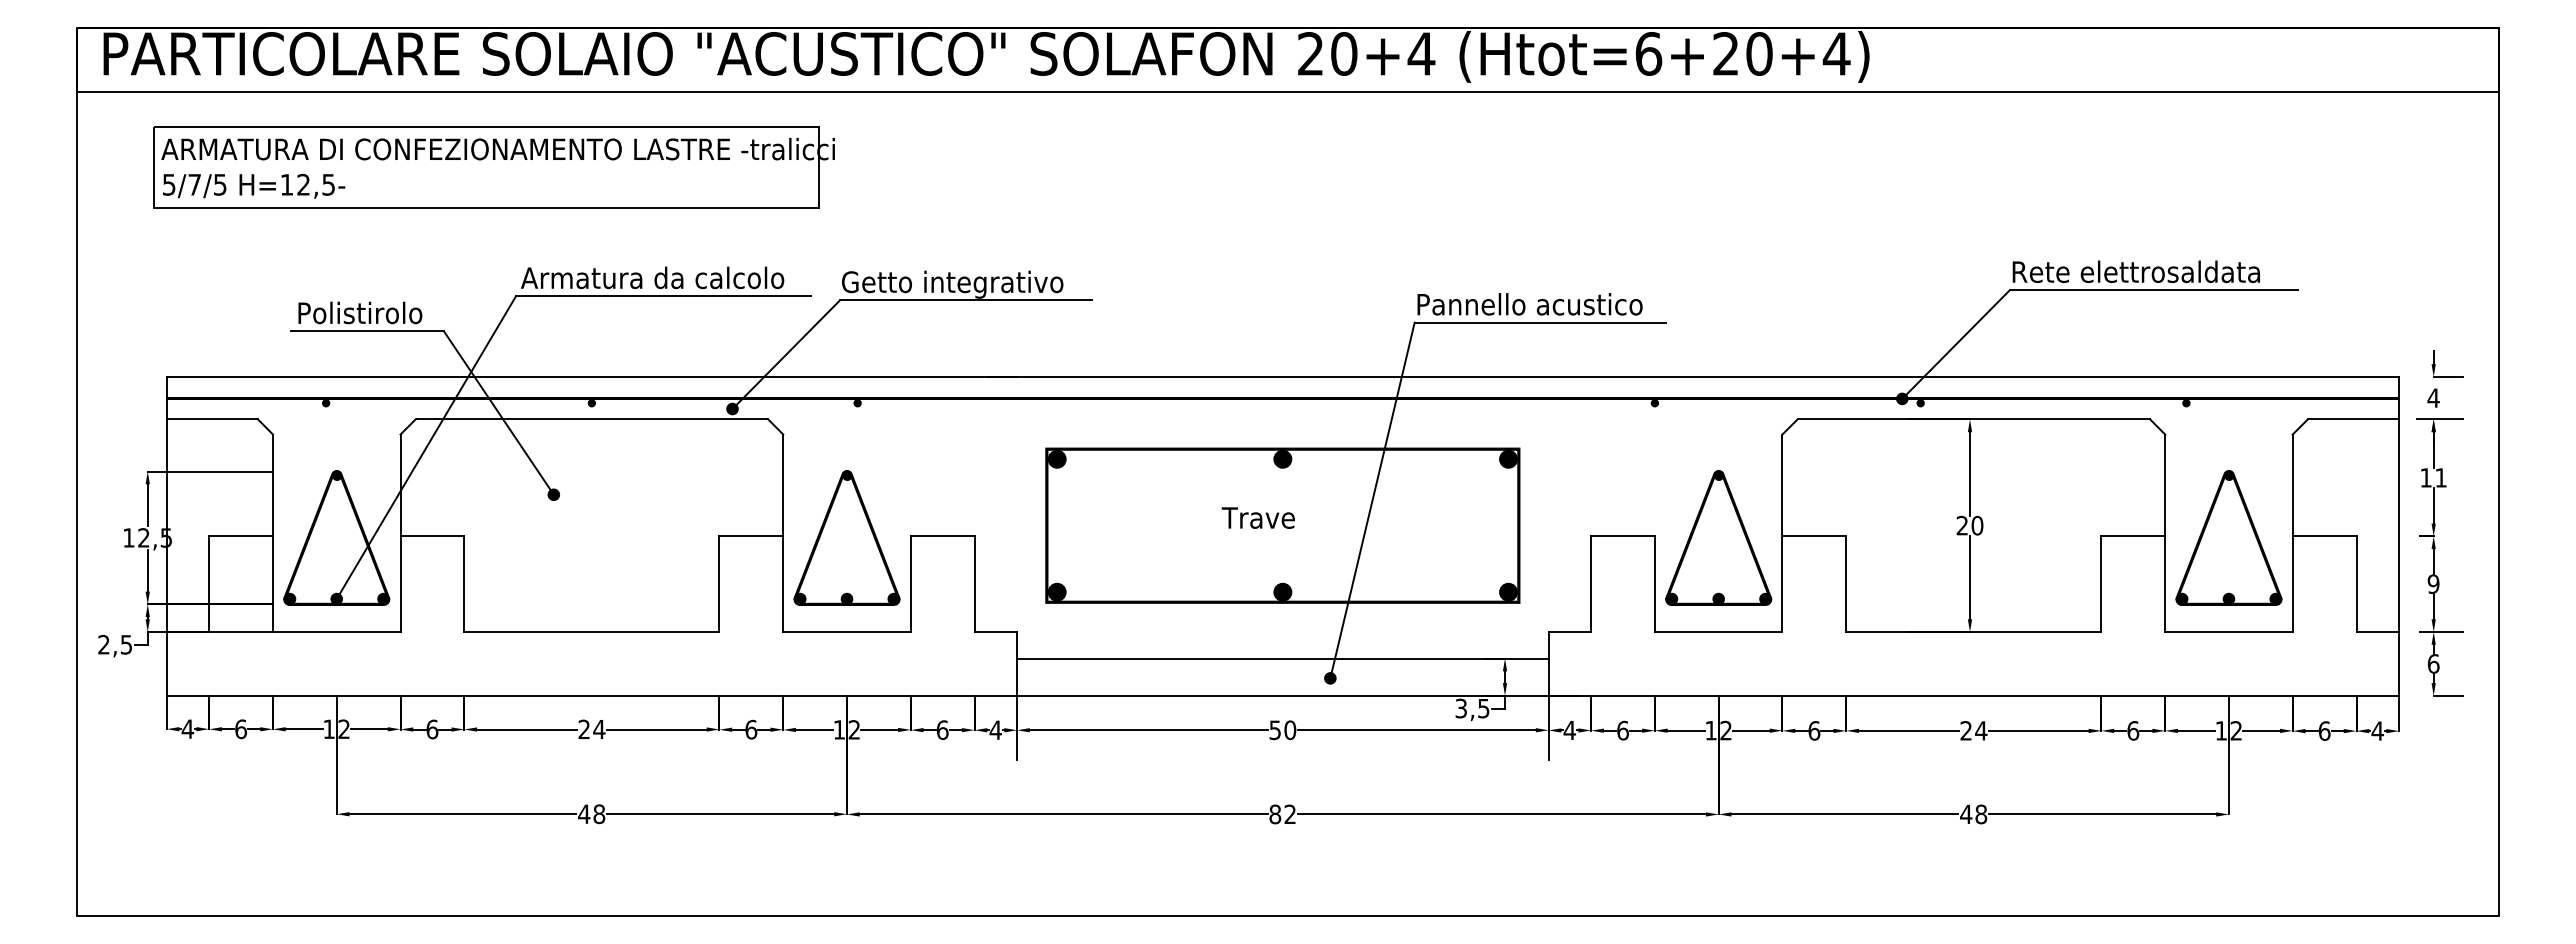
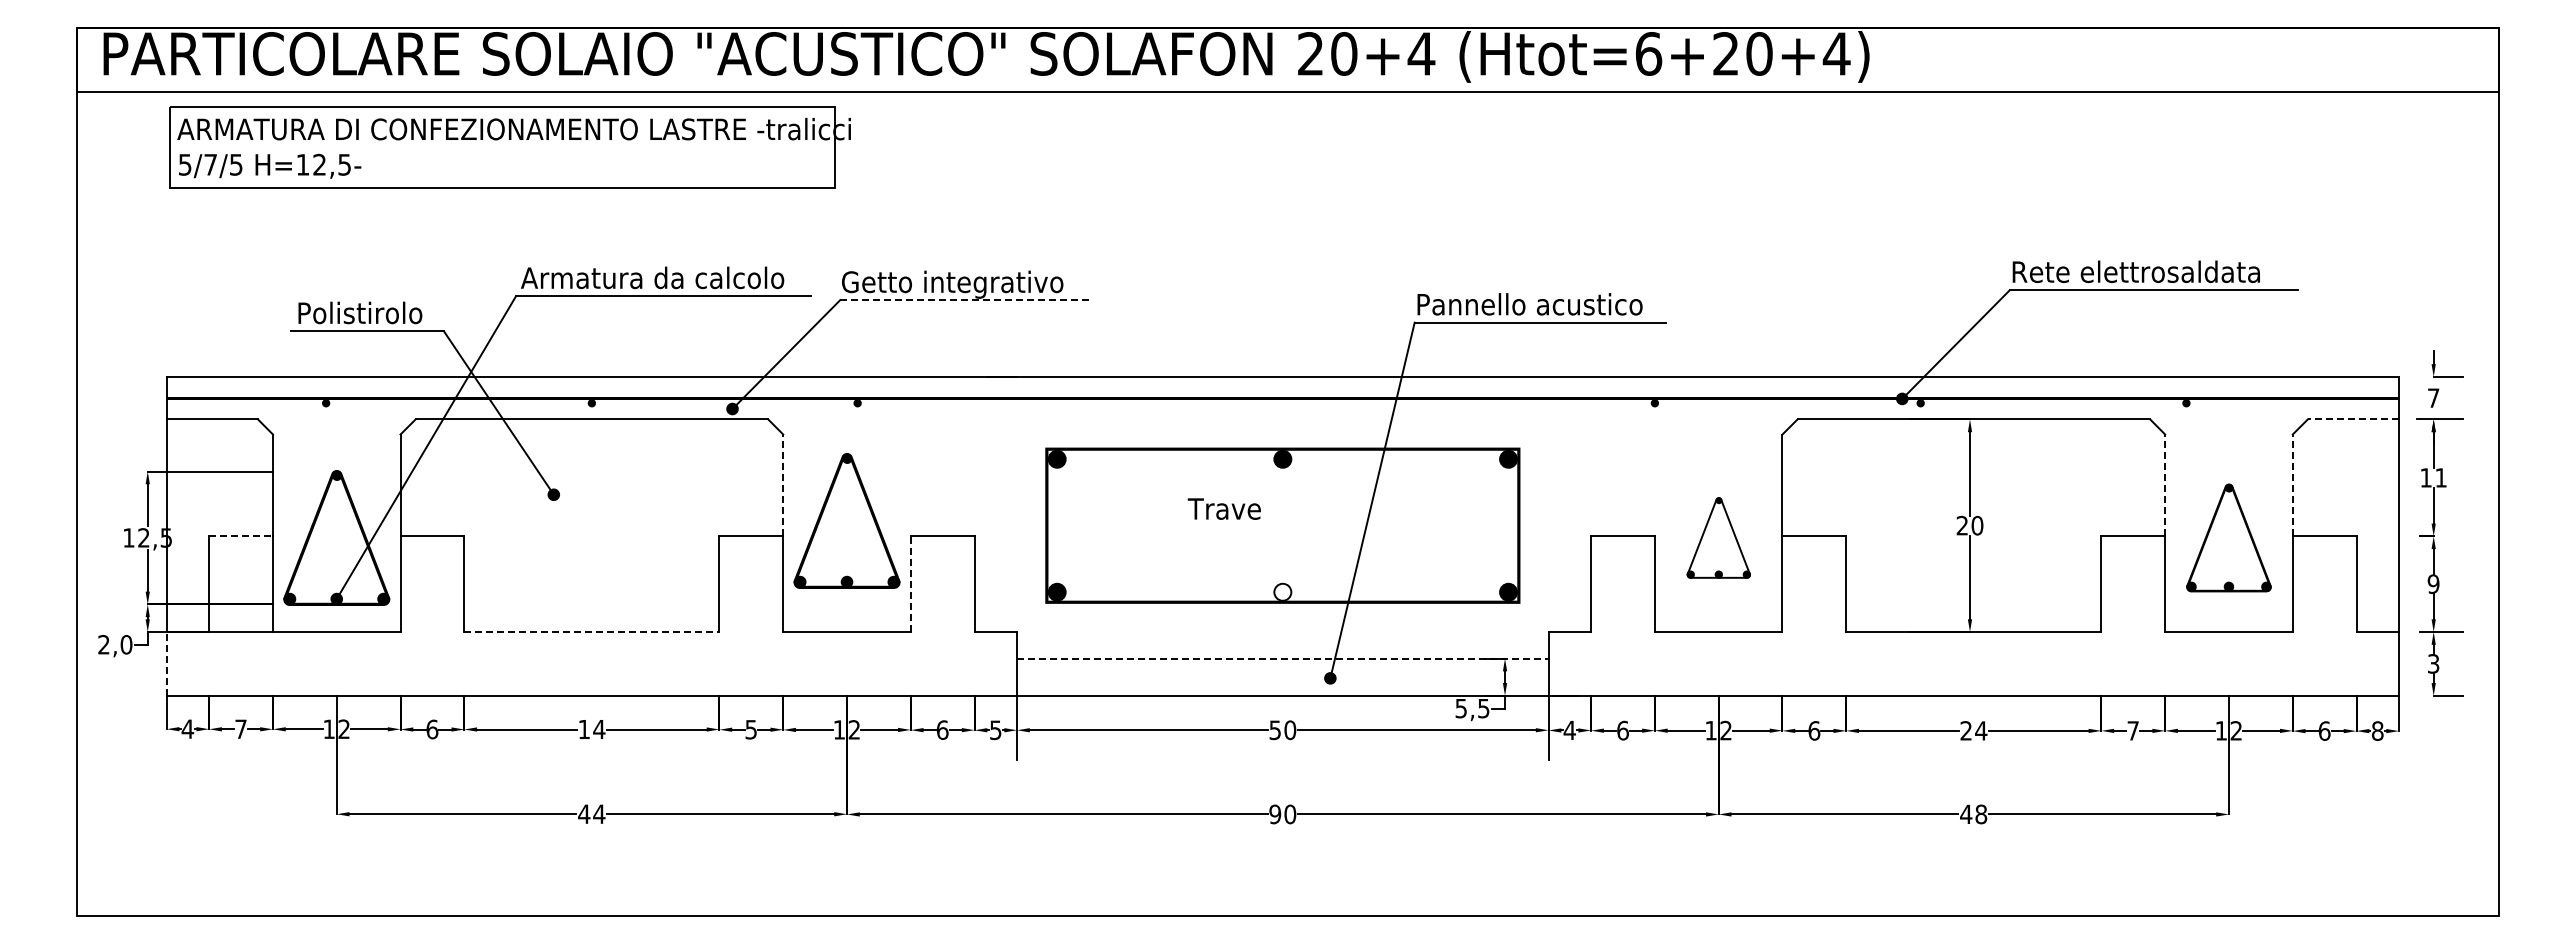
part at (493, 167) position: (493, 167) -> (509, 147)
line at (965, 300): solid -> dashed
text at (2433, 397): 4 -> 7
line at (2353, 419): solid -> dashed
line at (783, 485): solid -> dashed
line at (2165, 485): solid -> dashed
line at (2292, 485): solid -> dashed
text at (1257, 517) position: (1257, 517) -> (1223, 508)
line at (241, 536): solid -> dashed
part at (846, 537) position: (846, 537) -> (846, 520)
part at (1718, 537) size: 108x136 px -> 65x82 px
part at (2228, 537) size: 108x136 px -> 86x110 px
line at (910, 584): solid -> dashed
fill at (1282, 591): present -> none
line at (591, 632): solid -> dashed
text at (126, 644): 2,5 -> 2,0
line at (1282, 658): solid -> dashed
line at (166, 663): solid -> dashed
text at (2433, 663): 6 -> 3
text at (1461, 707): 3,5 -> 5,5
text at (583, 728): 24 -> 14
text at (241, 729): 6 -> 7
text at (751, 729): 6 -> 5
text at (995, 730): 4 -> 5
text at (2133, 730): 6 -> 7
text at (2377, 730): 4 -> 8
text at (599, 814): 48 -> 44
text at (1282, 814): 82 -> 90
